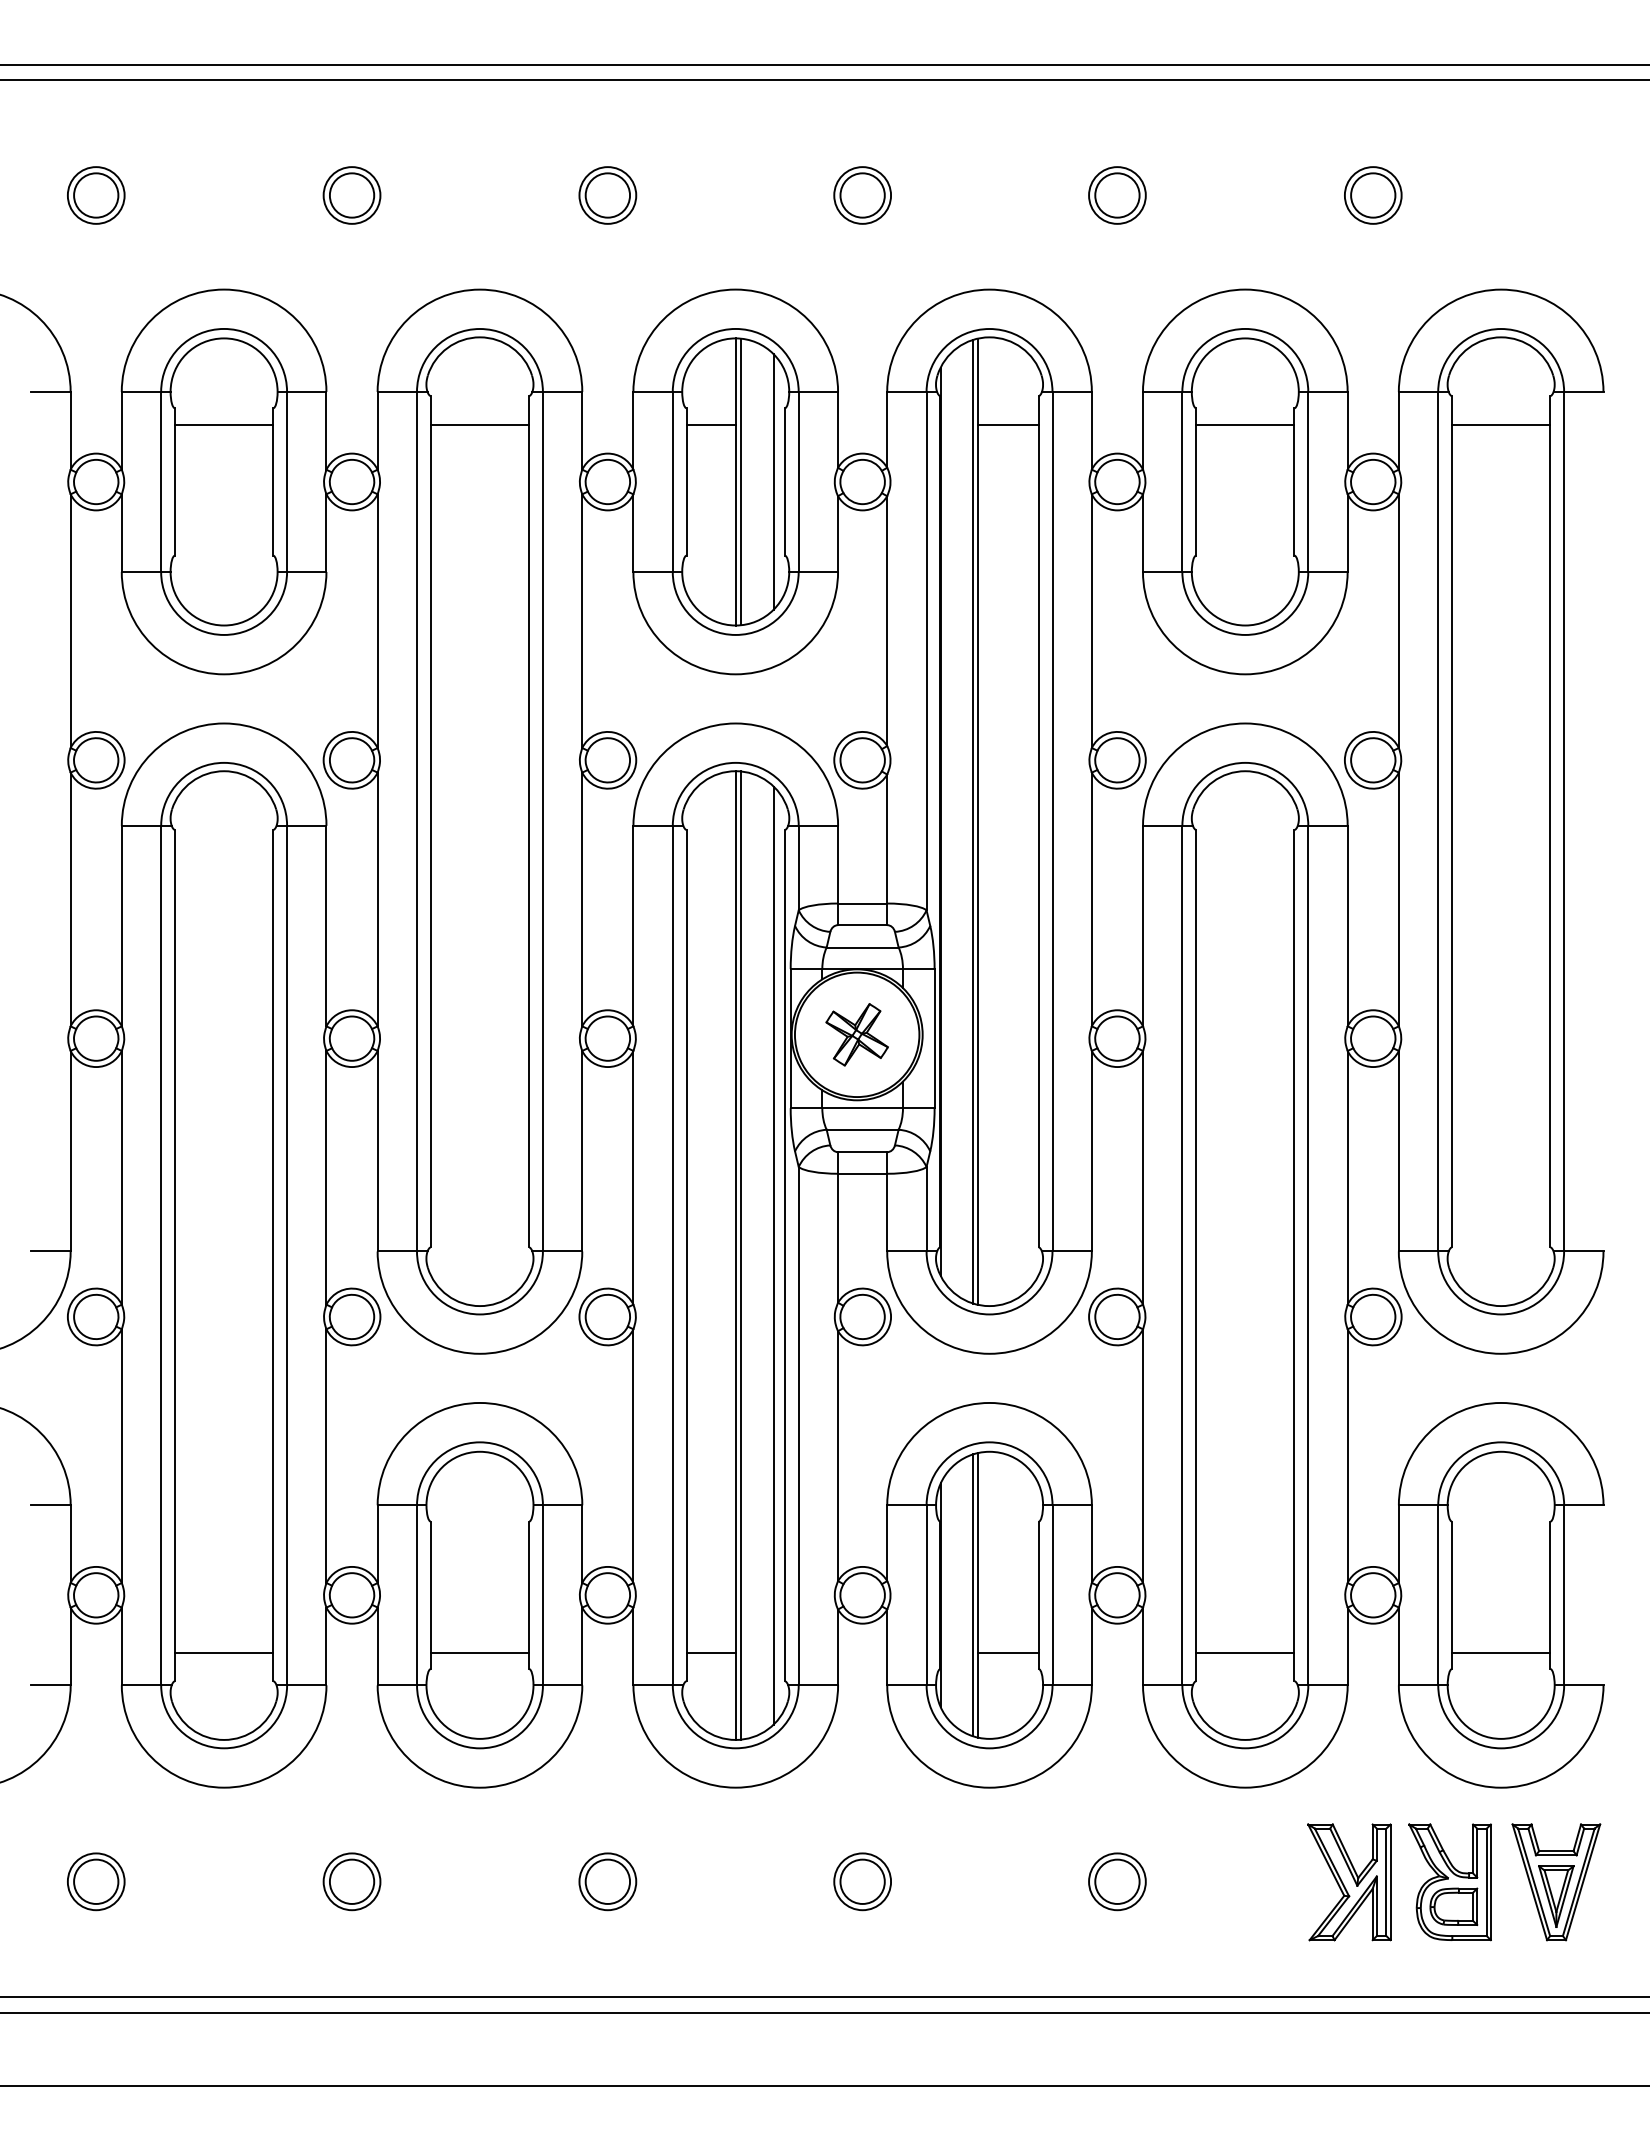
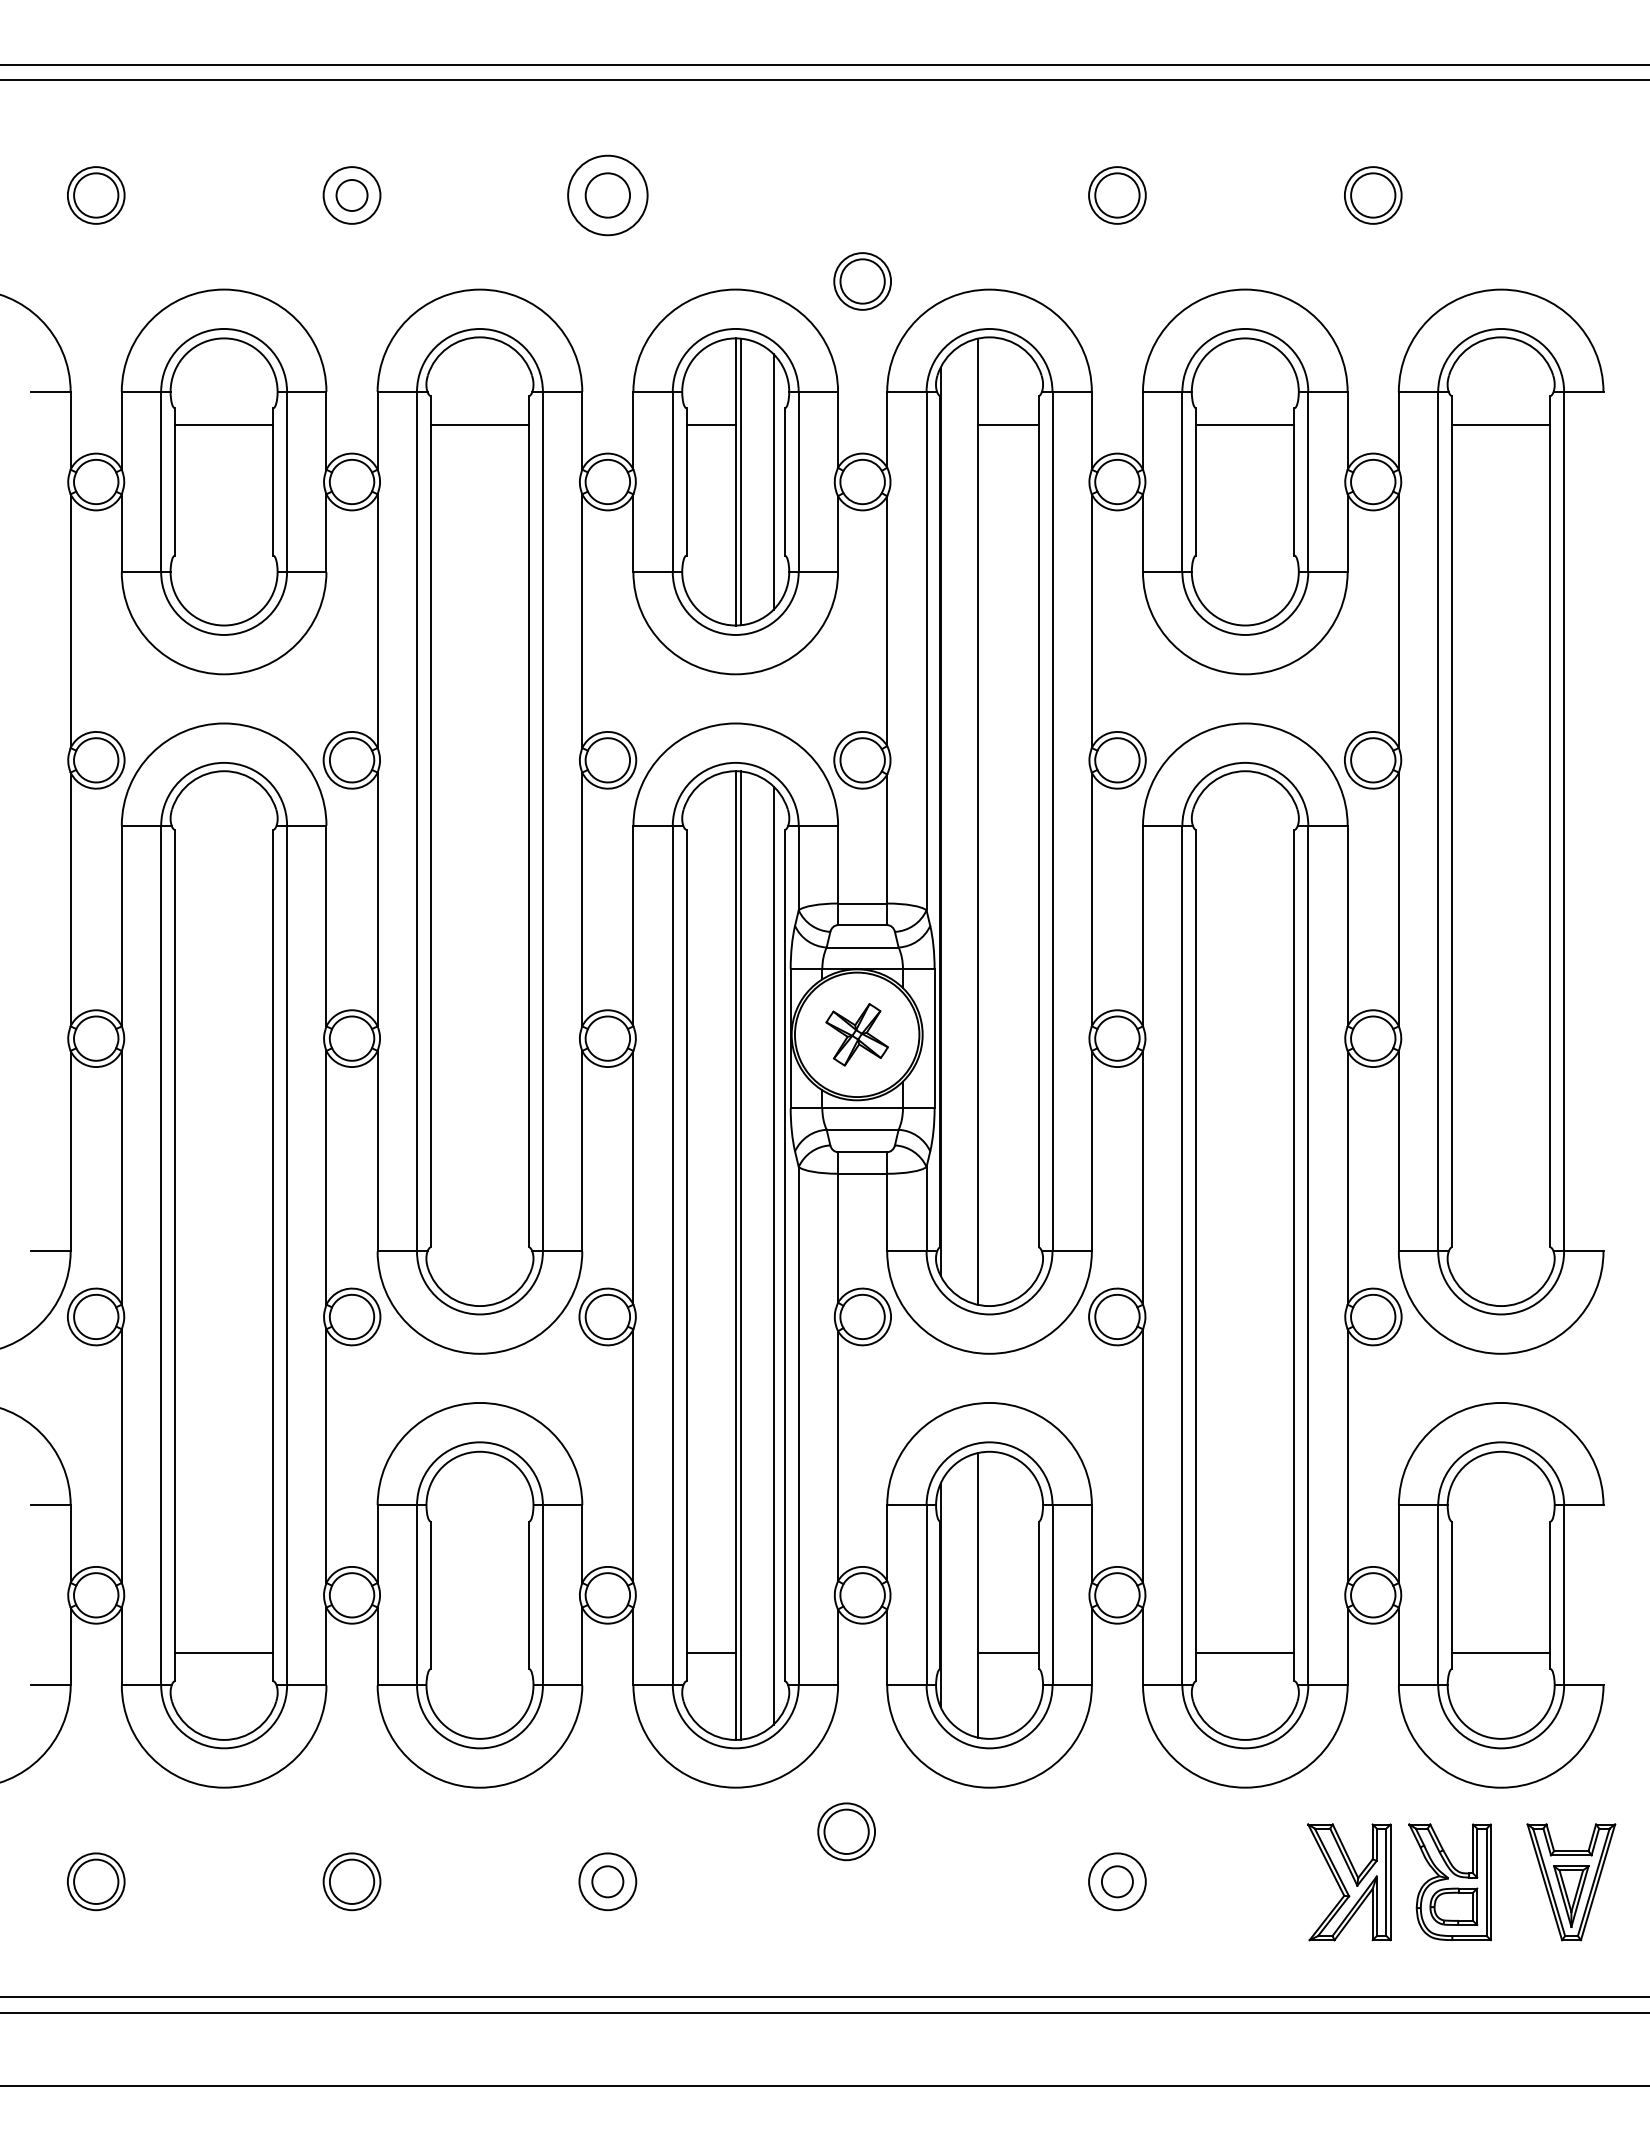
circle at (351, 195) diameter: 44 px -> 31 px
circle at (607, 195) diameter: 57 px -> 79 px
part at (862, 195) position: (862, 195) -> (862, 281)
line at (973, 821): present -> none
line at (973, 1595): present -> none
line at (479, 1652): present -> none
circle at (607, 1881) diameter: 44 px -> 31 px
part at (862, 1881) position: (862, 1881) -> (846, 1831)
circle at (1117, 1881) diameter: 44 px -> 31 px
part at (1556, 1882) position: (1556, 1882) -> (1571, 1882)
